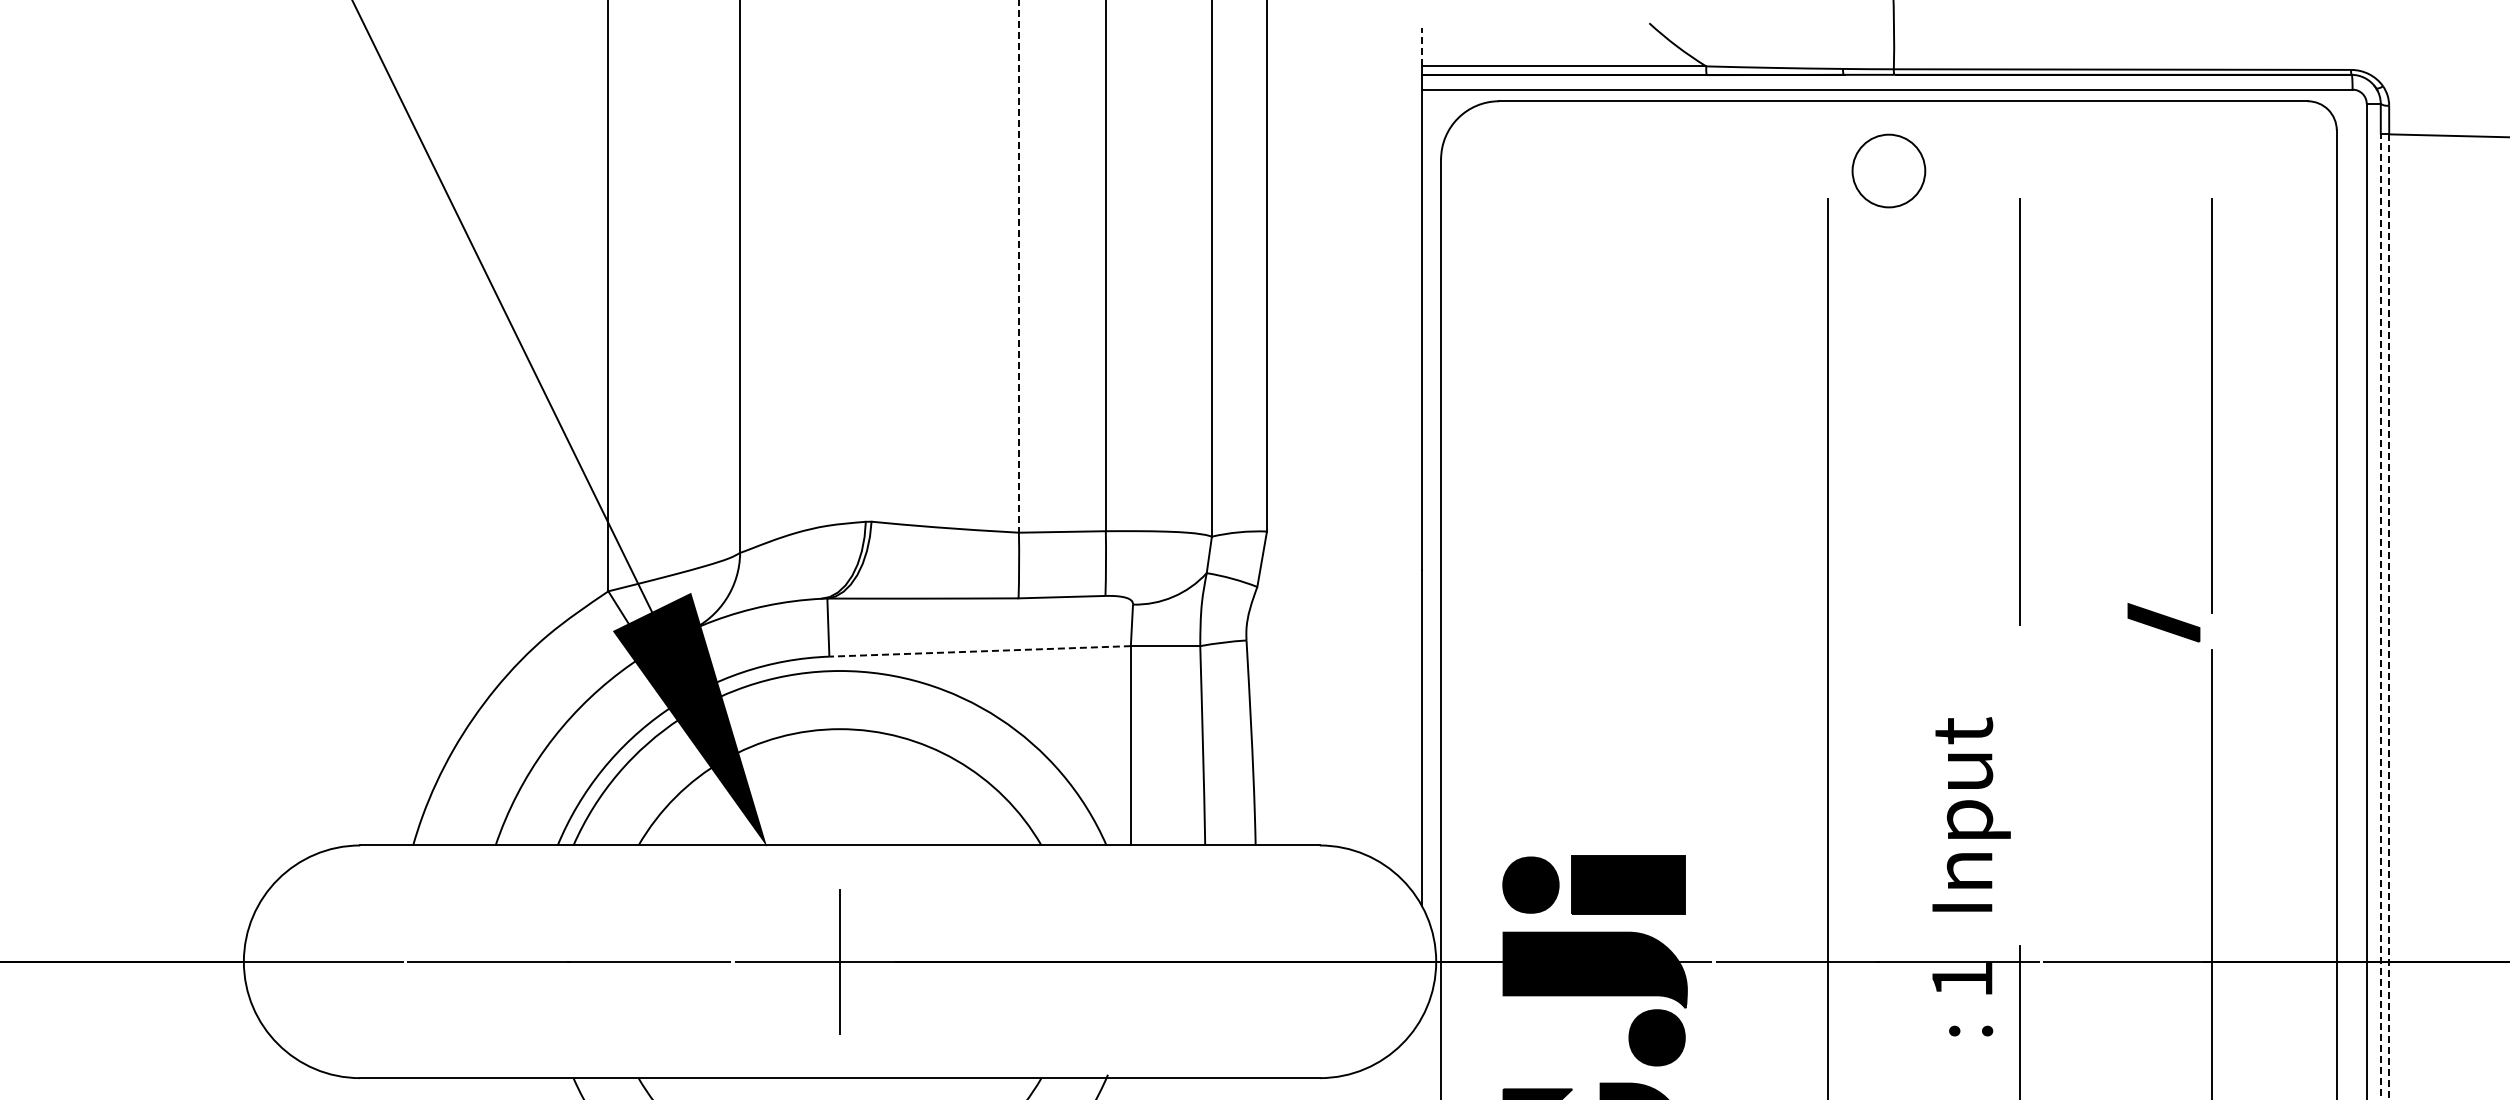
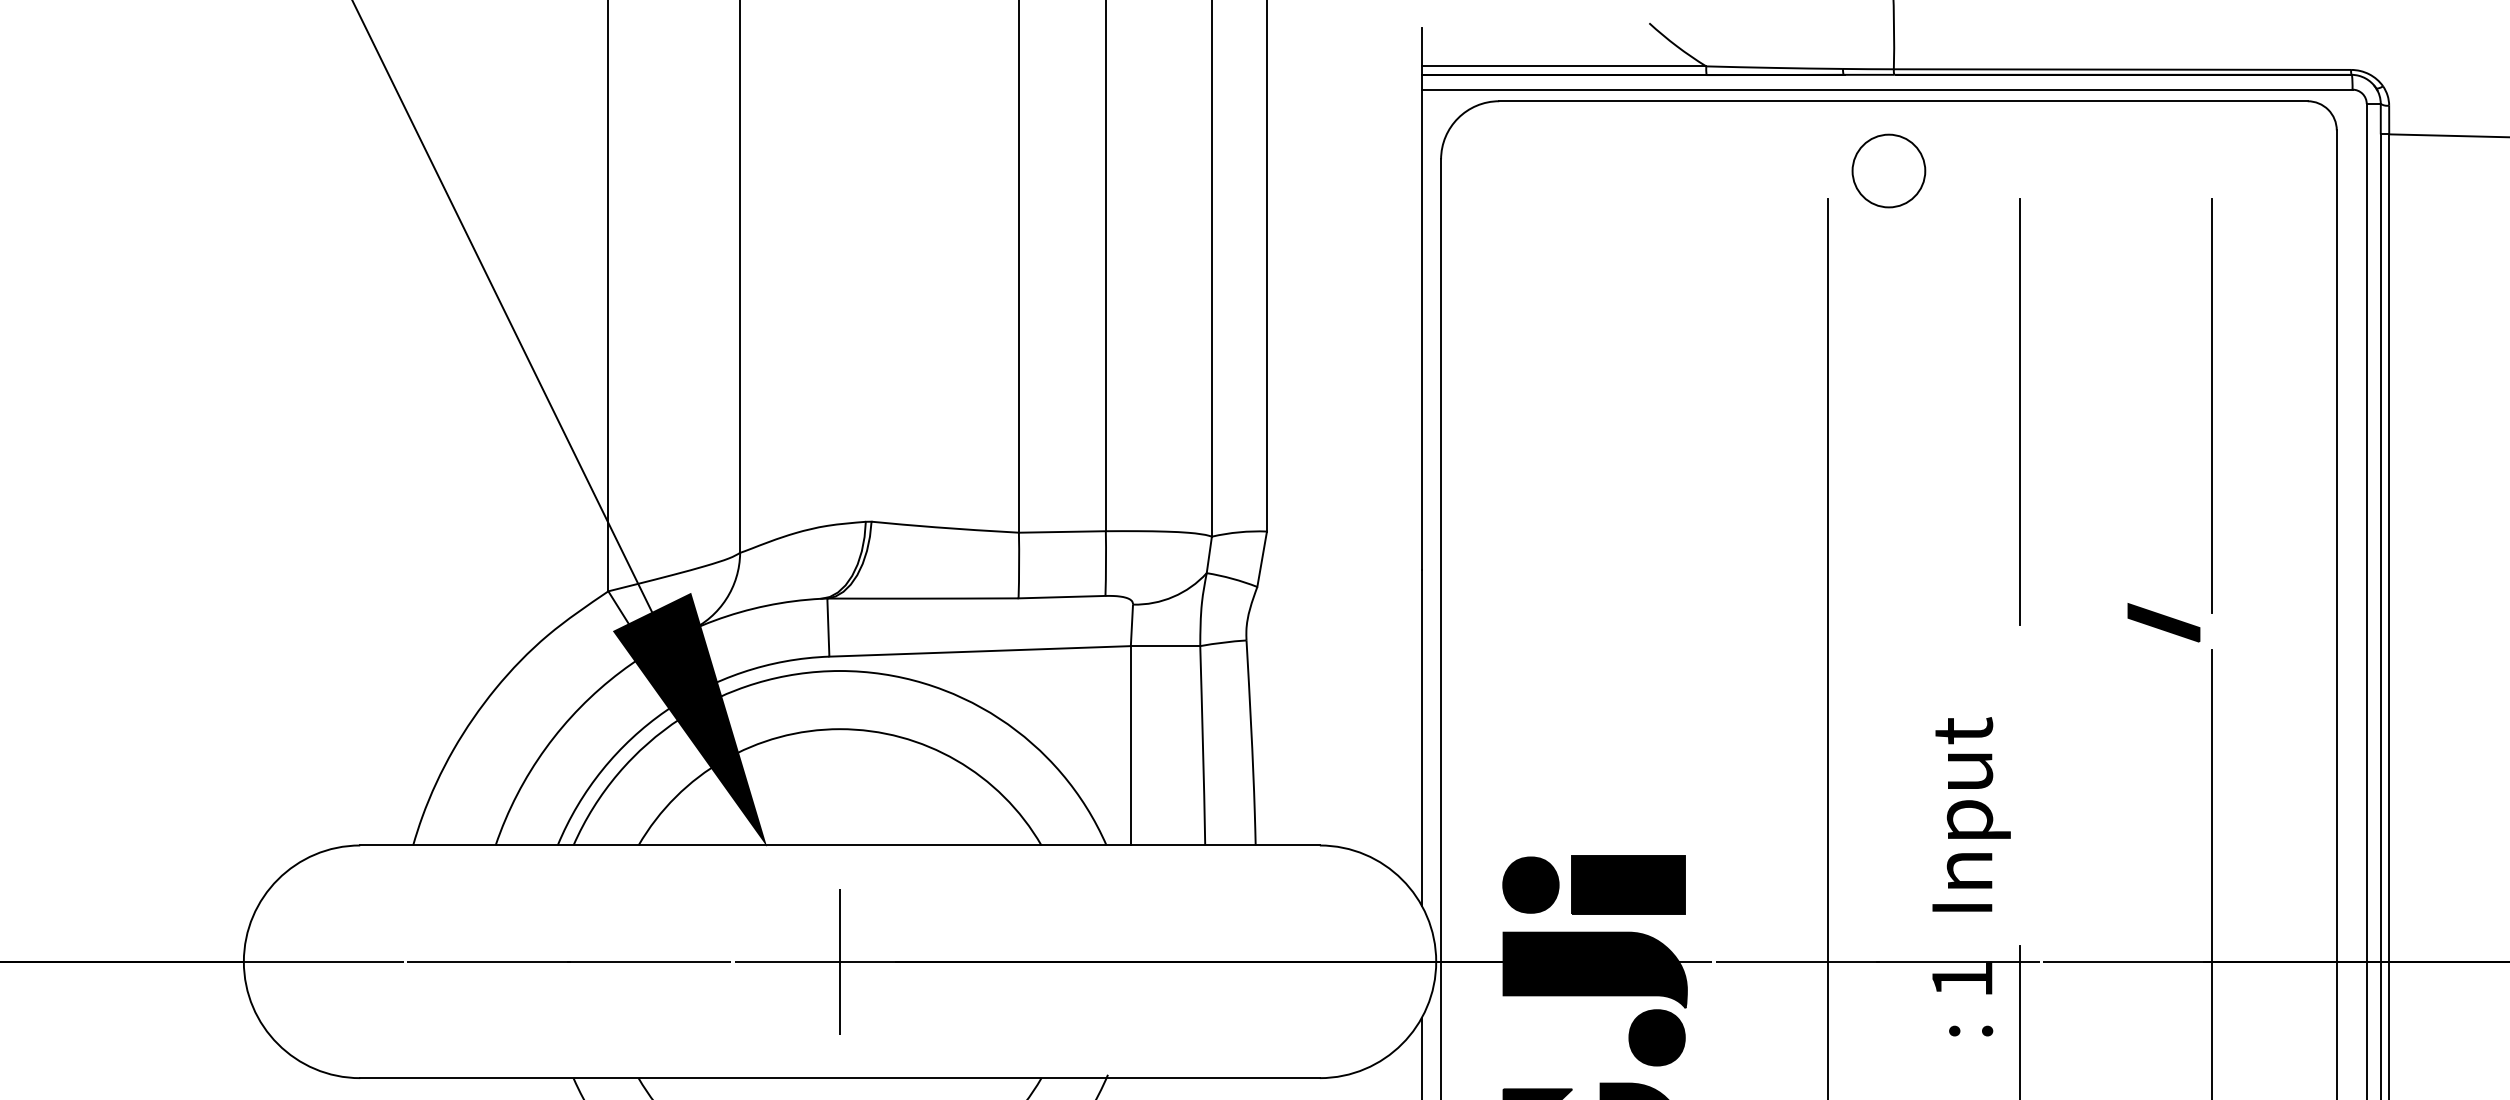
line at (1421, 46): dashed -> solid
line at (1018, 266): dashed -> solid
line at (2380, 616): dashed -> solid
line at (2389, 617): dashed -> solid
line at (980, 651): dashed -> solid
line at (1421, 1057): none -> present
